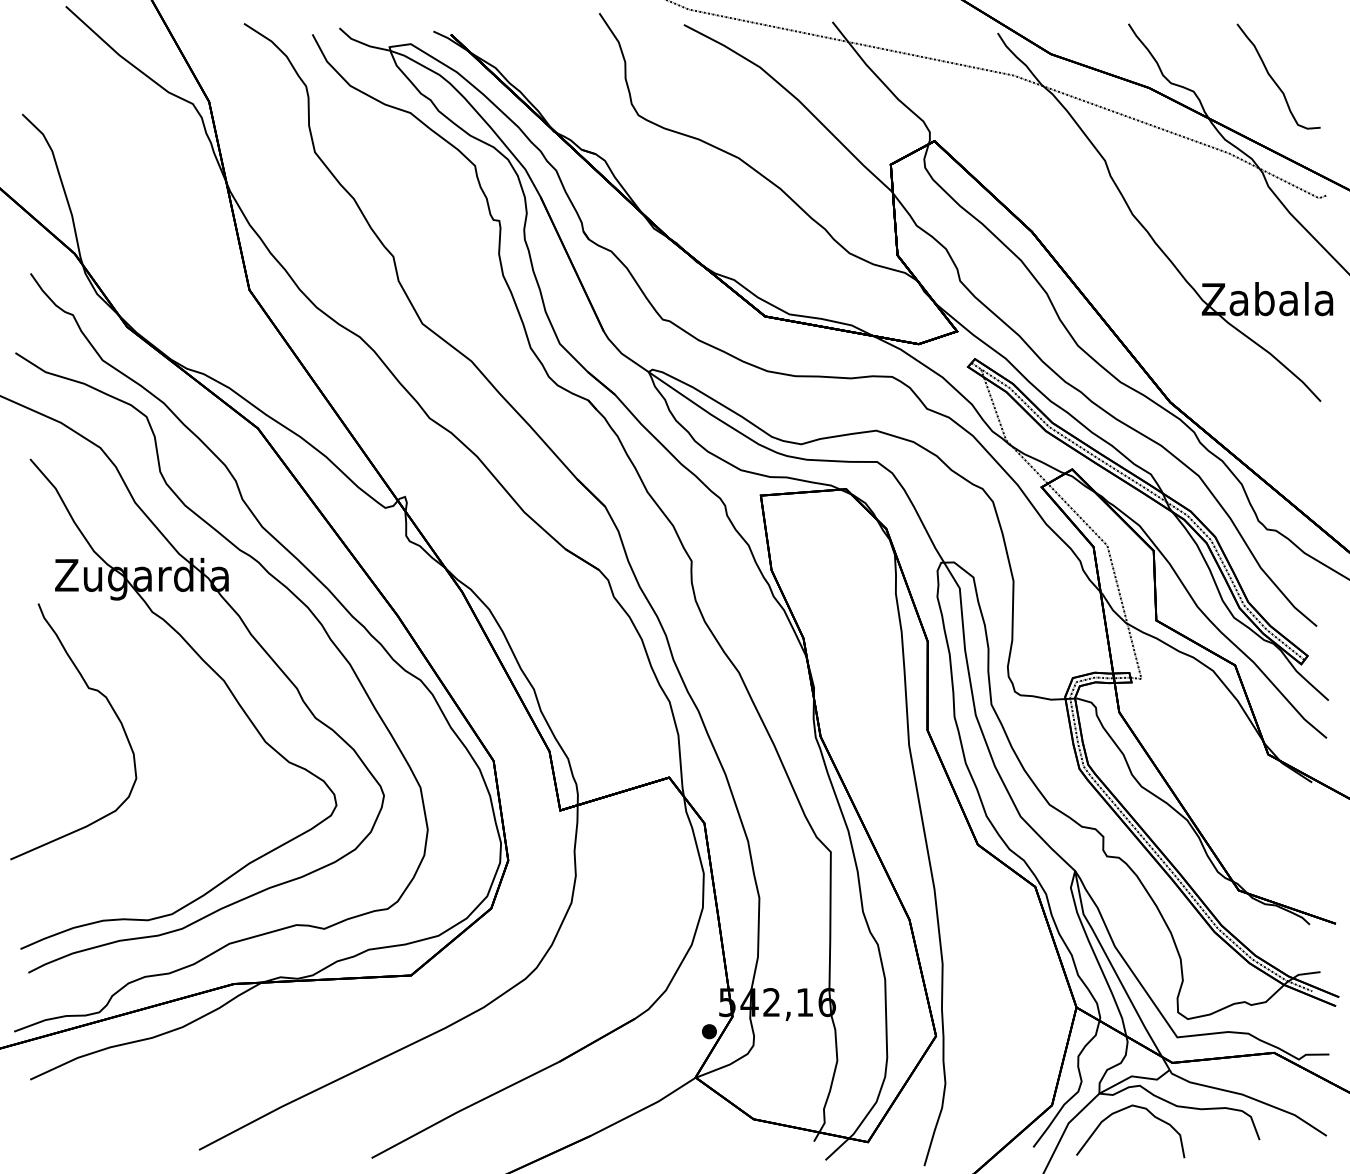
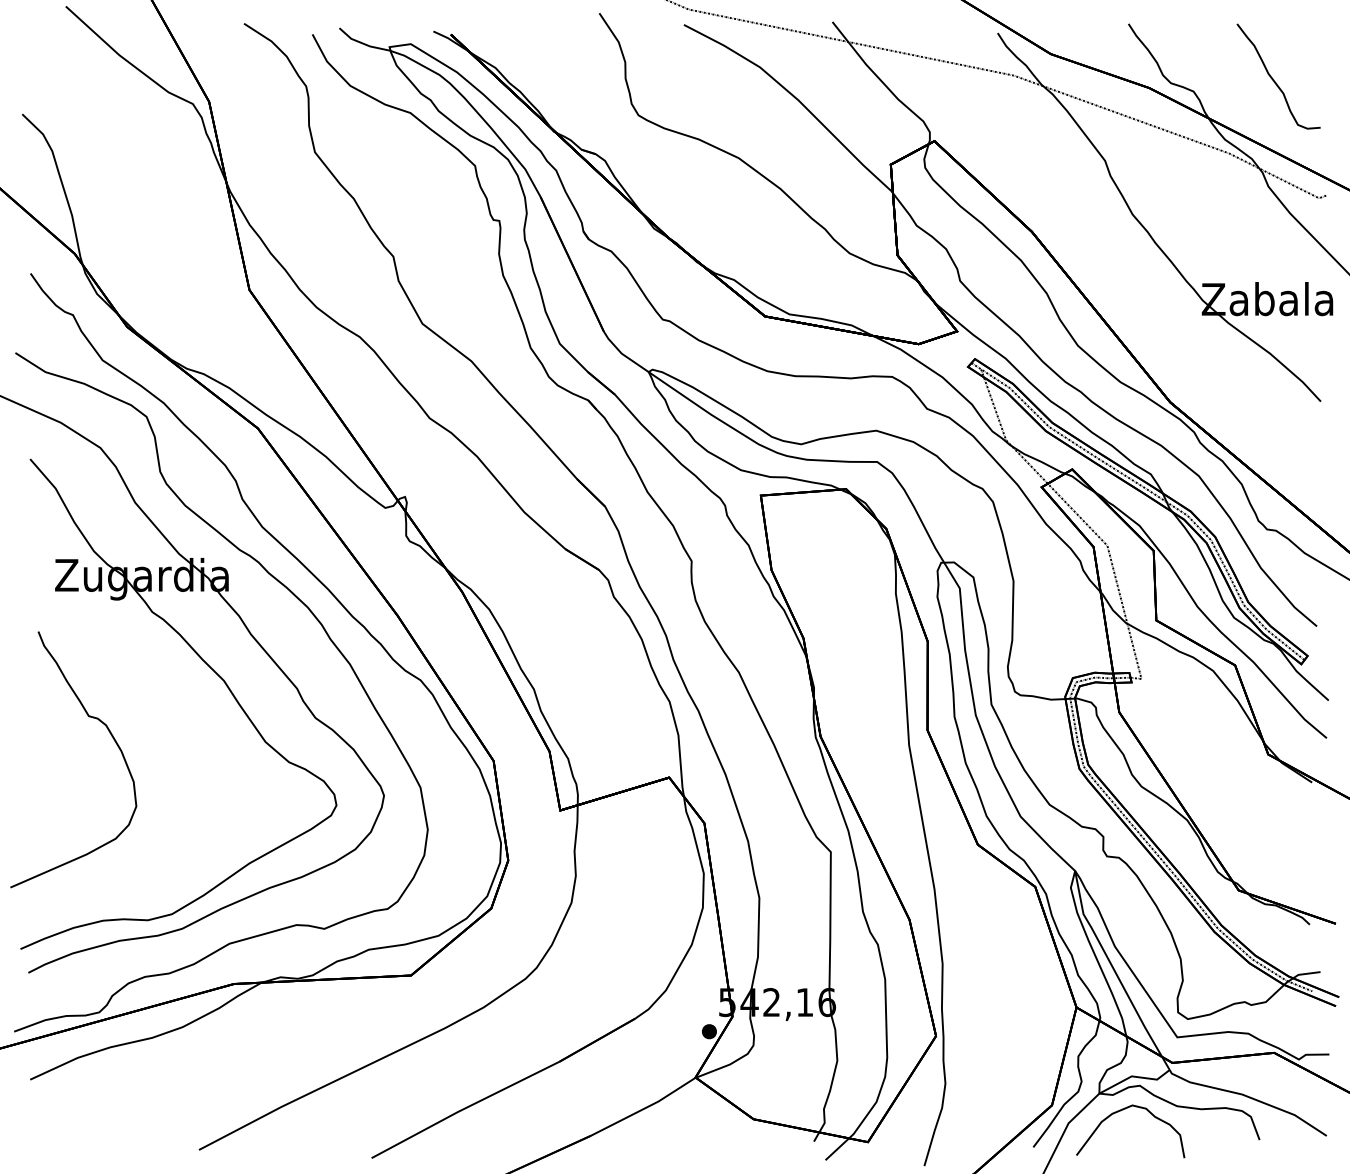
curve at (112, 710) position: (112, 710) -> (112, 738)
